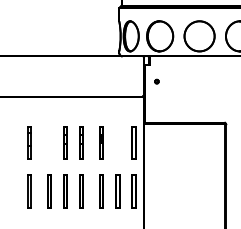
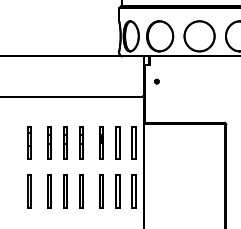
line at (48, 142): none -> present
part at (117, 142): none -> present
